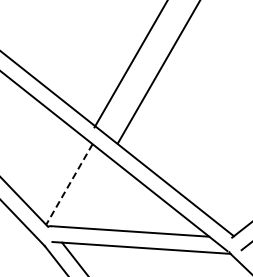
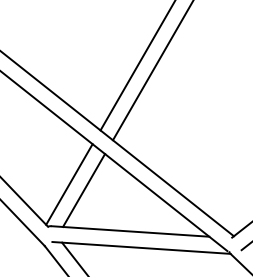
line at (130, 64) position: (130, 64) -> (137, 66)
line at (157, 72) position: (157, 72) -> (152, 71)
line at (69, 184): dashed -> solid
line at (84, 190): none -> present
